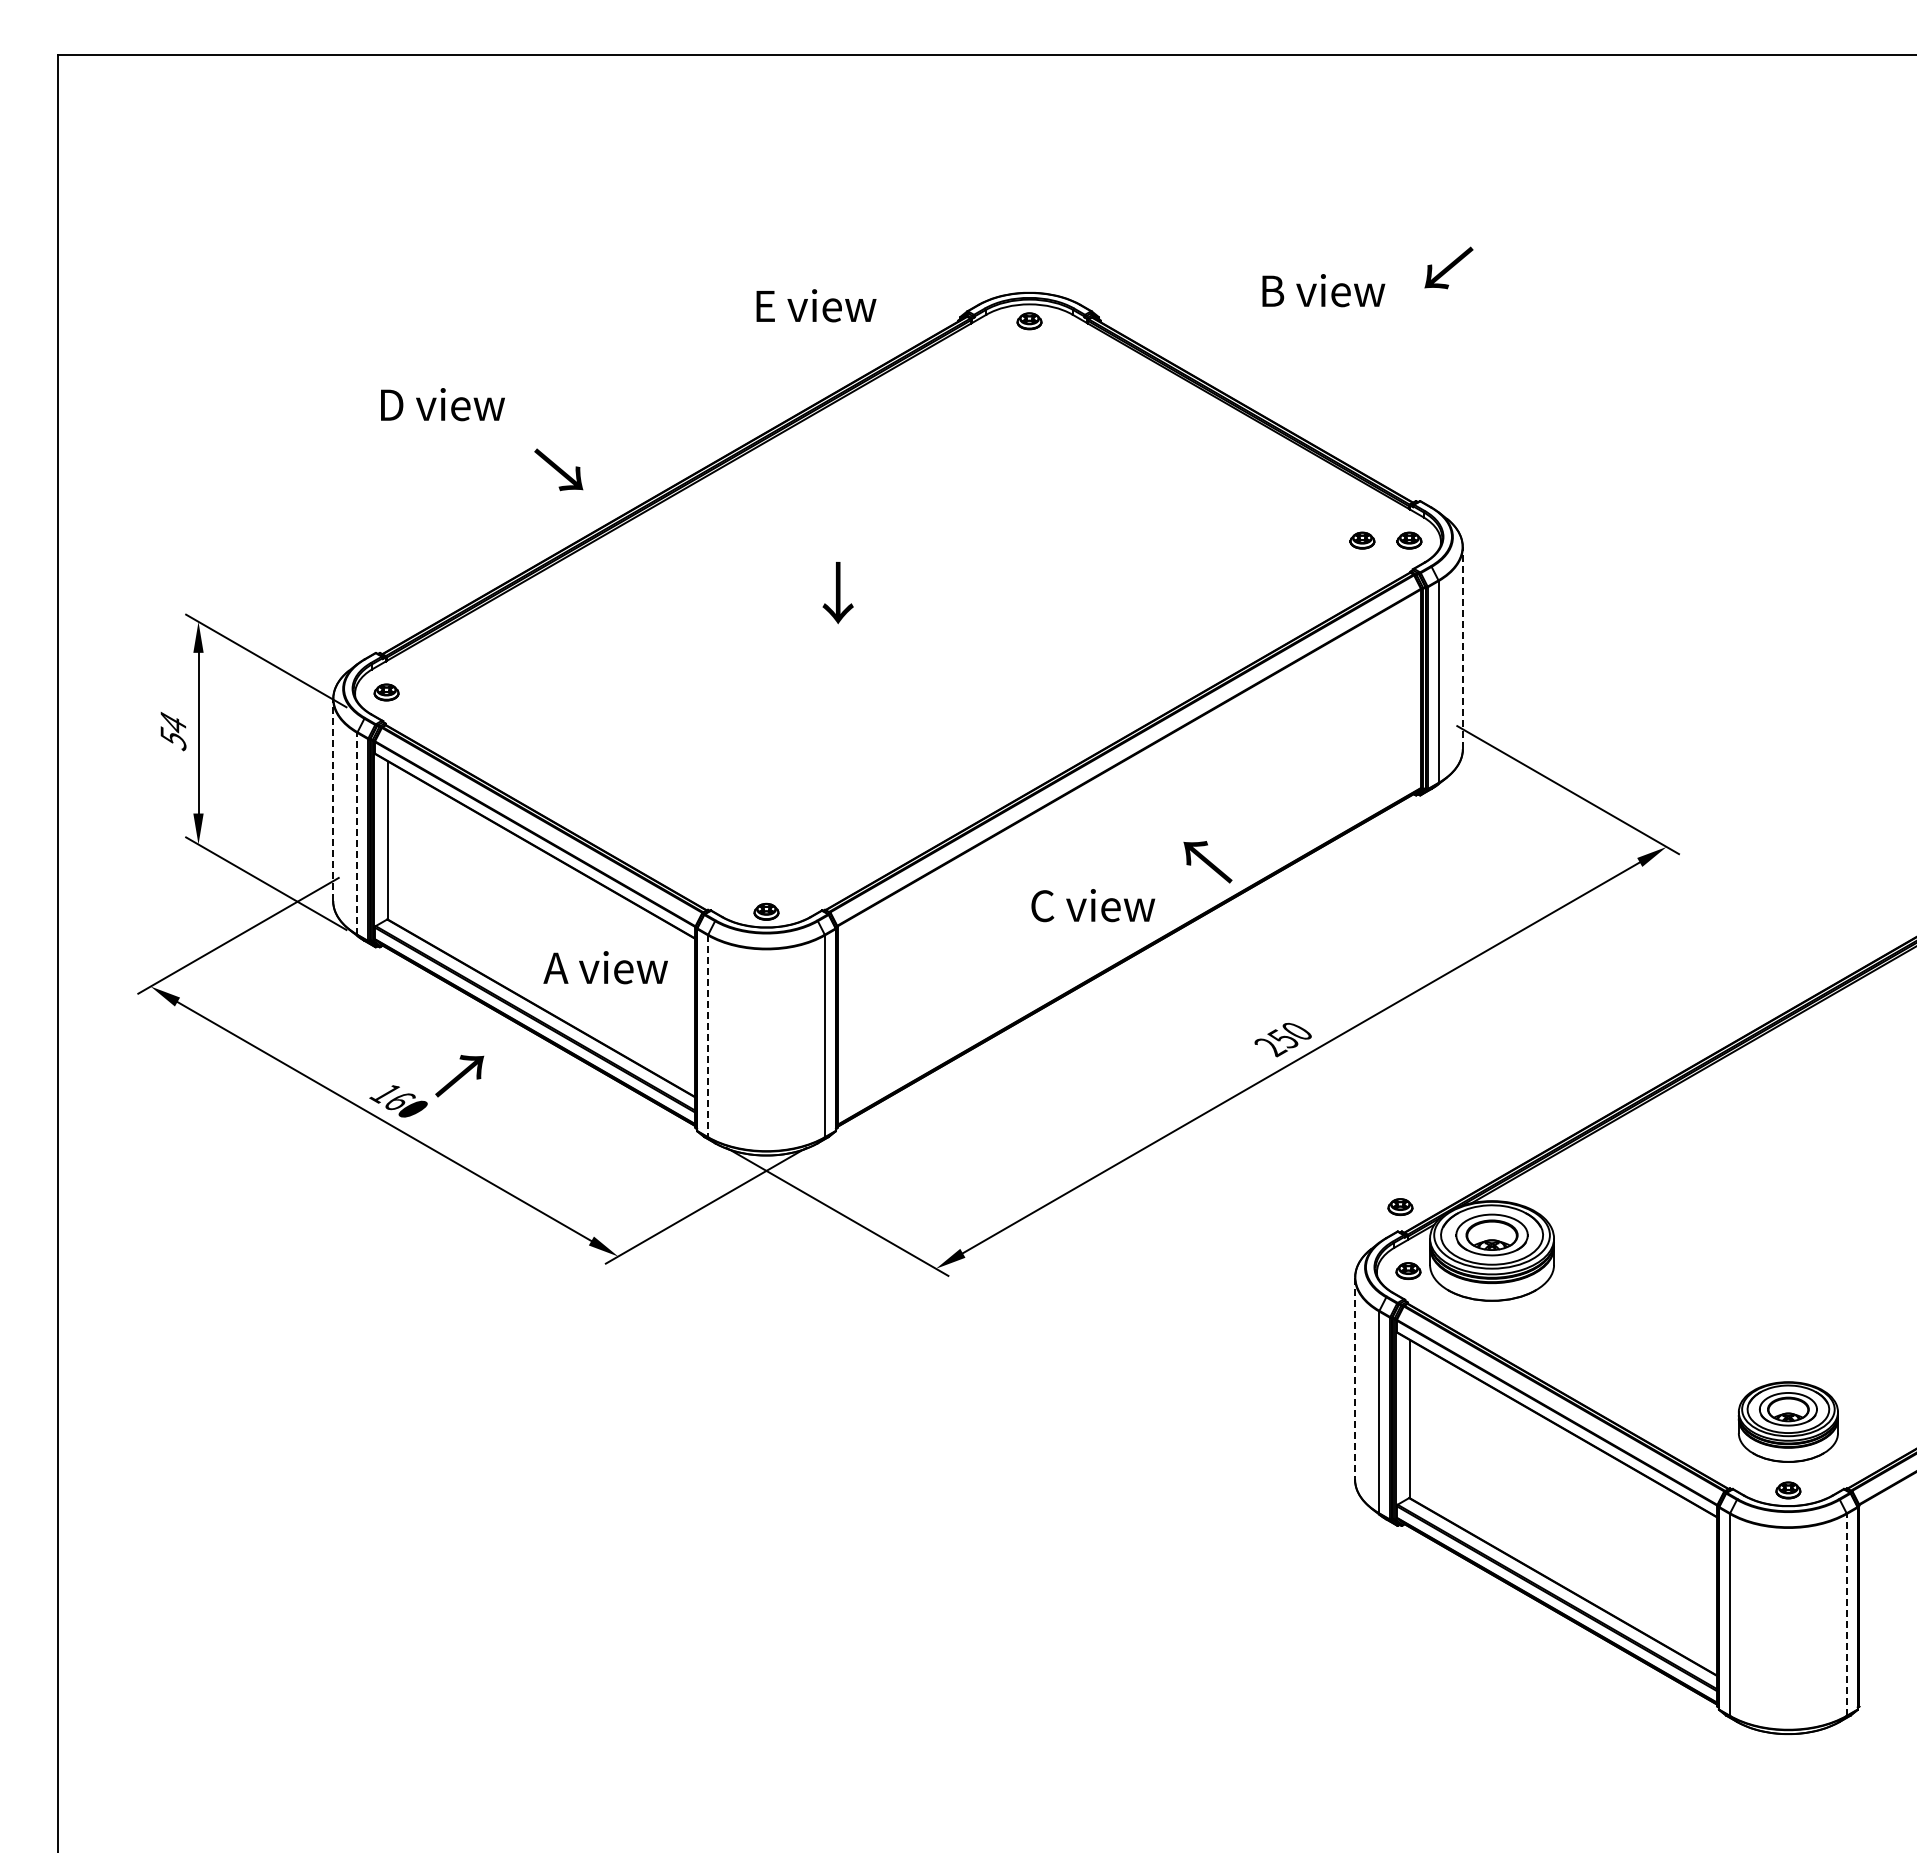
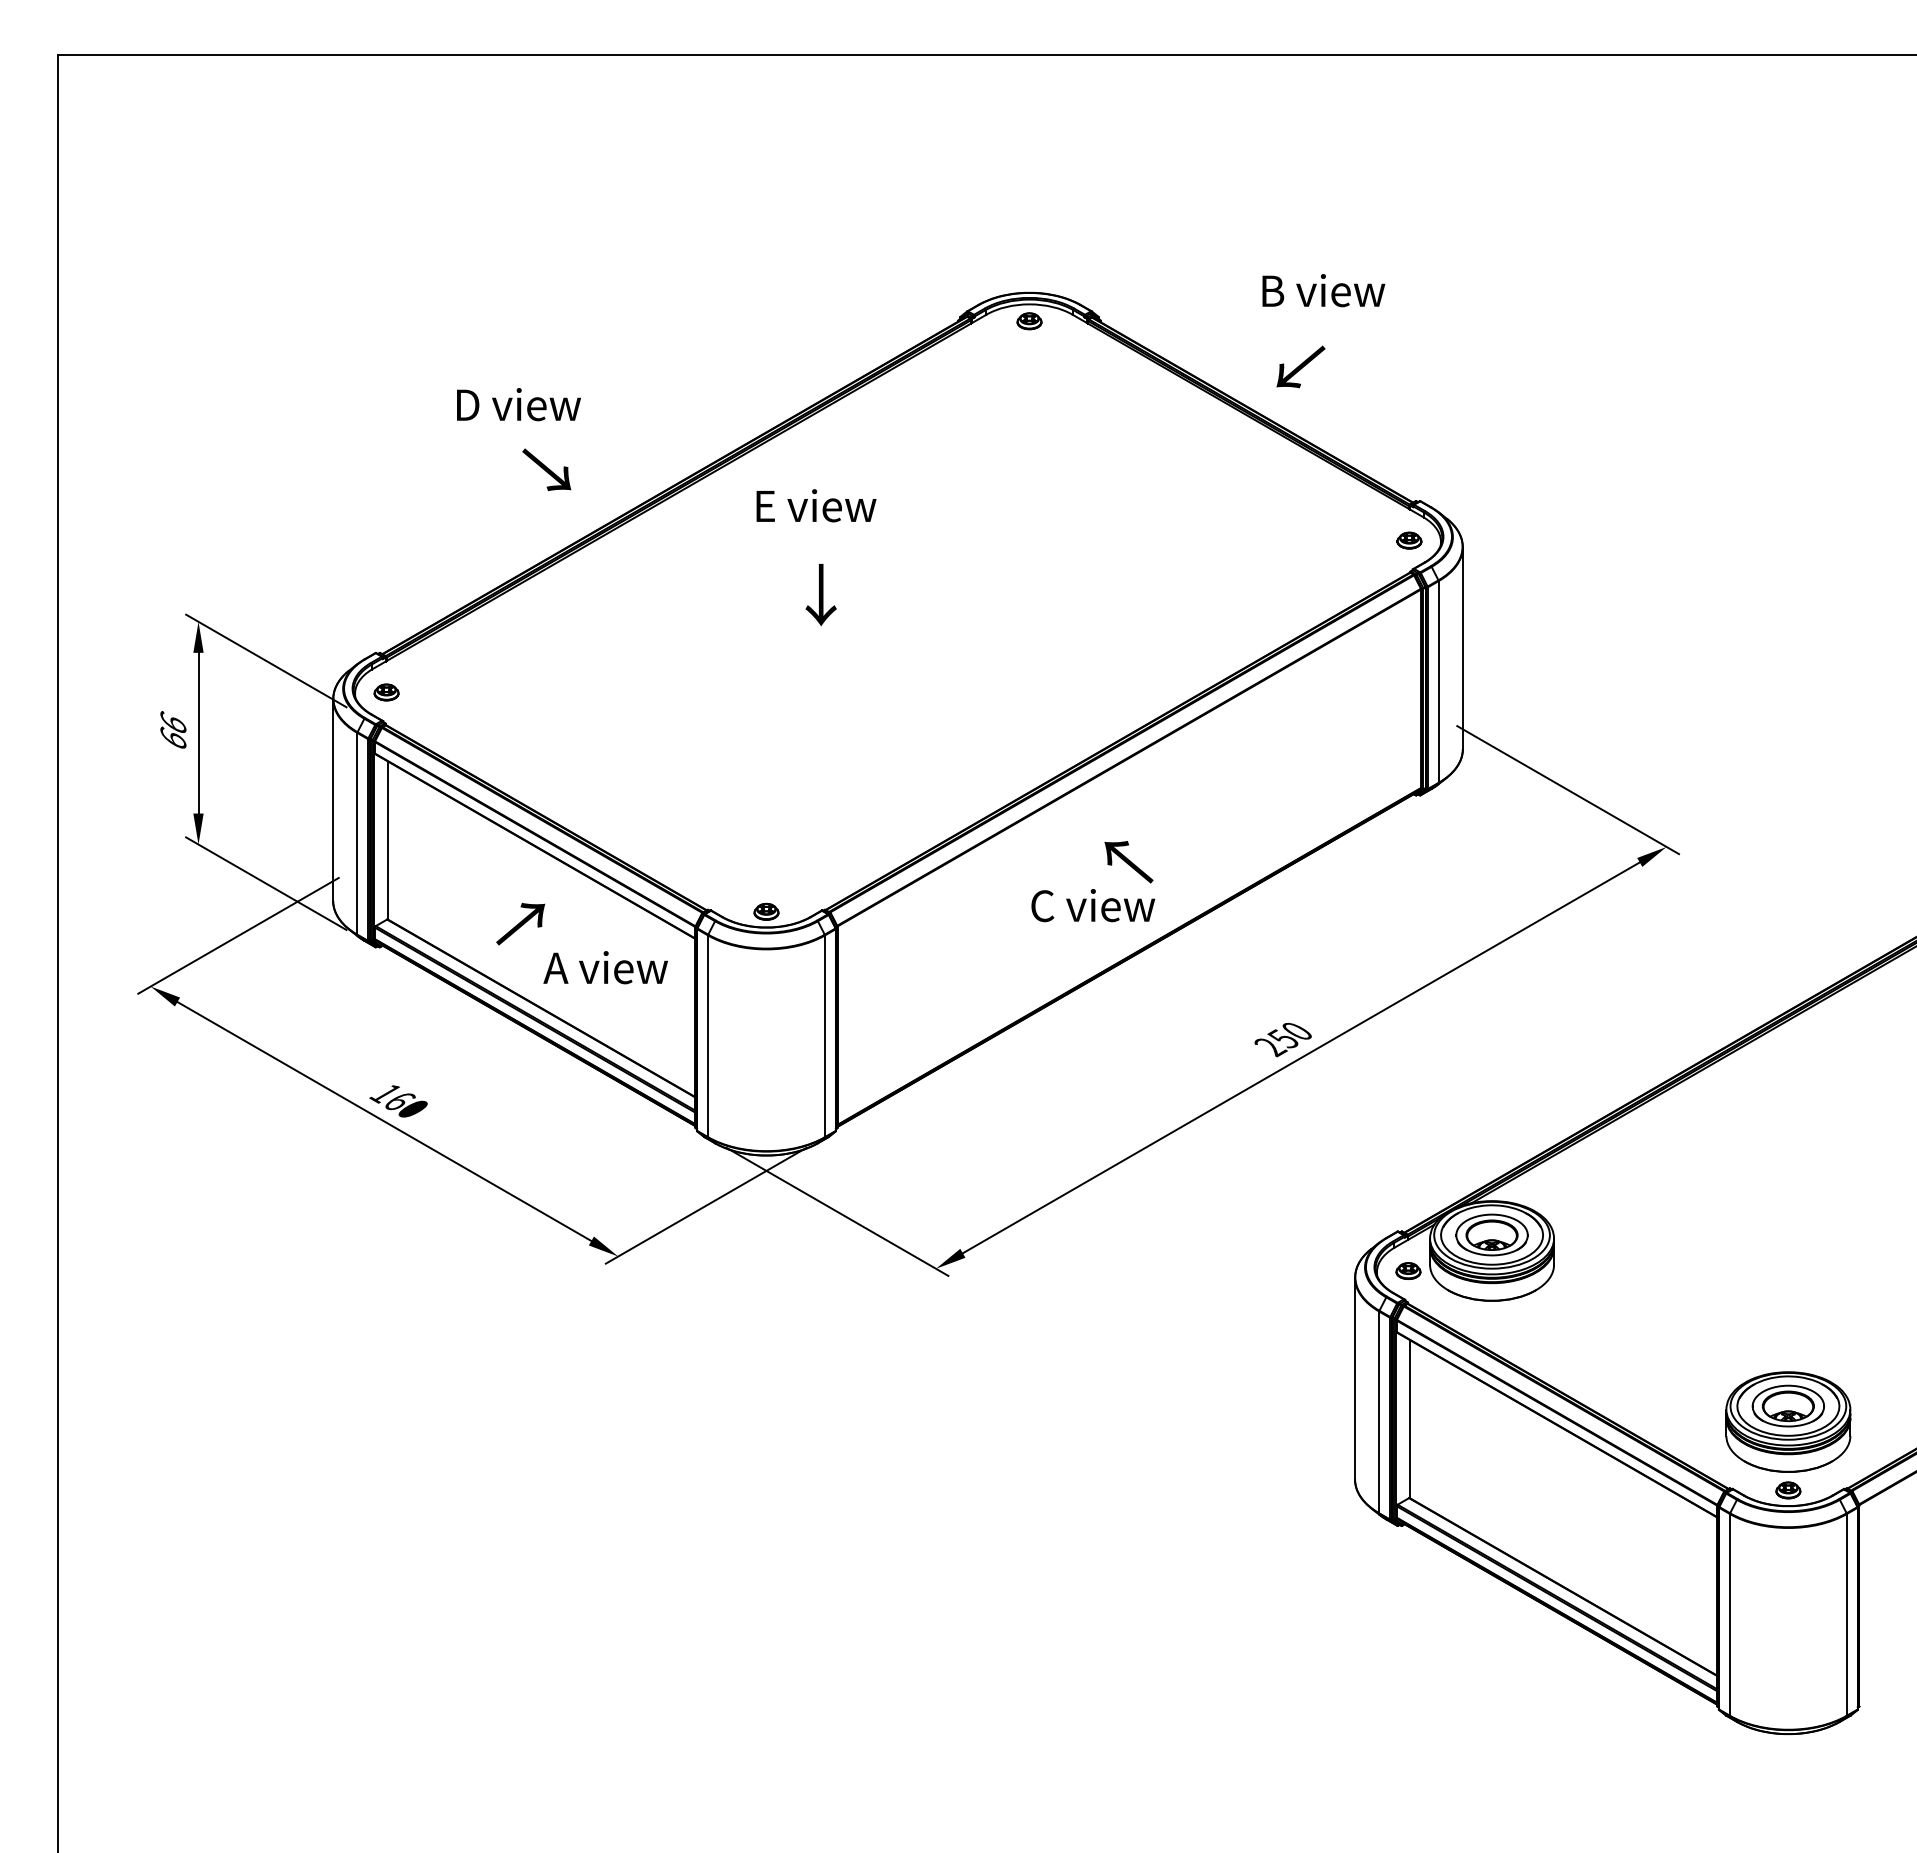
text at (1448, 267) position: (1448, 267) -> (1300, 366)
text at (816, 305) position: (816, 305) -> (816, 505)
text at (442, 404) position: (442, 404) -> (518, 404)
text at (558, 469) position: (558, 469) -> (546, 469)
part at (1362, 540): present -> none
text at (837, 593) position: (837, 593) -> (820, 595)
line at (1462, 648): dashed -> solid
text at (173, 730): 54 -> 66
line at (333, 800): dashed -> solid
line at (357, 833): dashed -> solid
text at (1207, 862) position: (1207, 862) -> (1128, 862)
line at (708, 1036): dashed -> solid
text at (459, 1076) position: (459, 1076) -> (520, 924)
part at (1400, 1206): present -> none
line at (1355, 1378): dashed -> solid
part at (1787, 1421) size: 102x82 px -> 127x102 px
line at (1846, 1614): dashed -> solid
